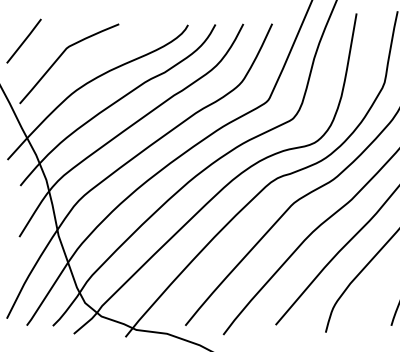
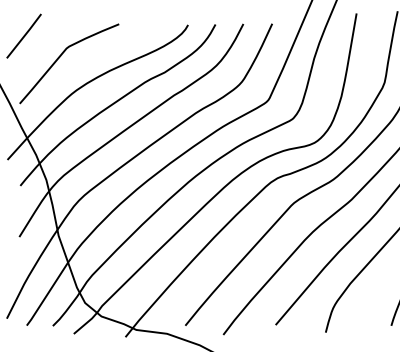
line at (23, 40) position: (23, 40) -> (23, 35)
